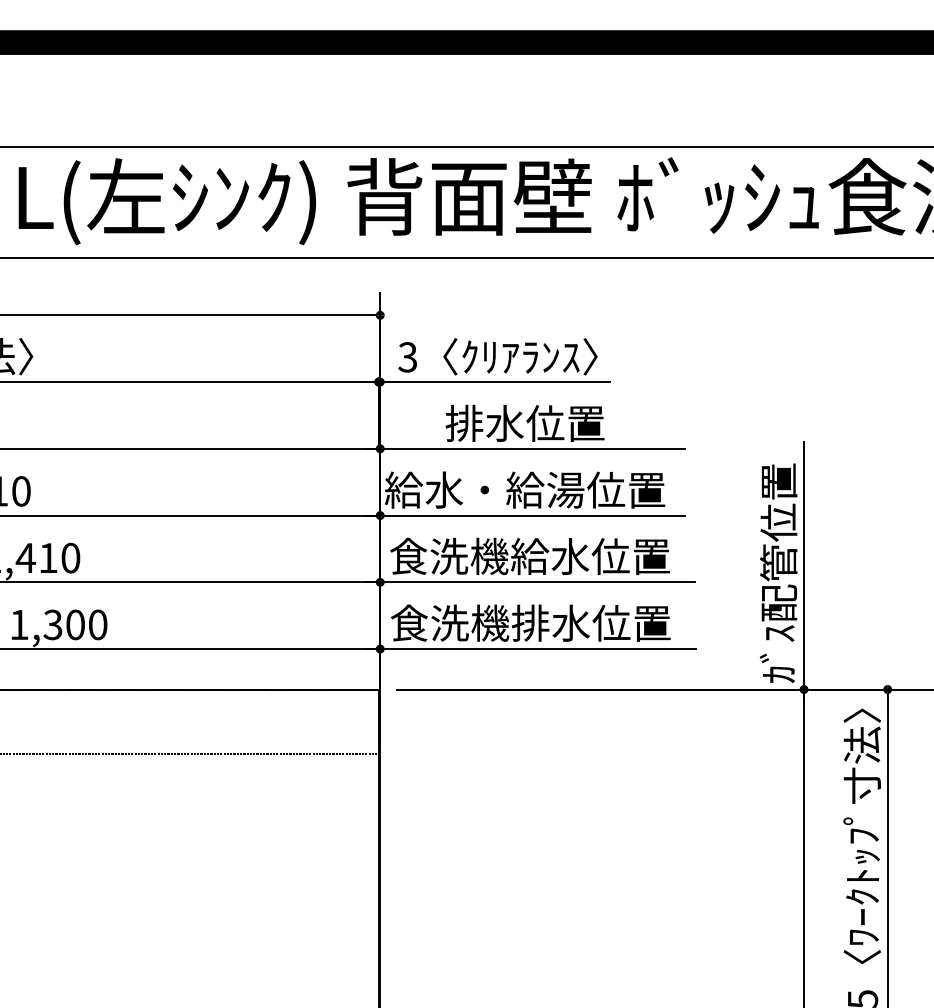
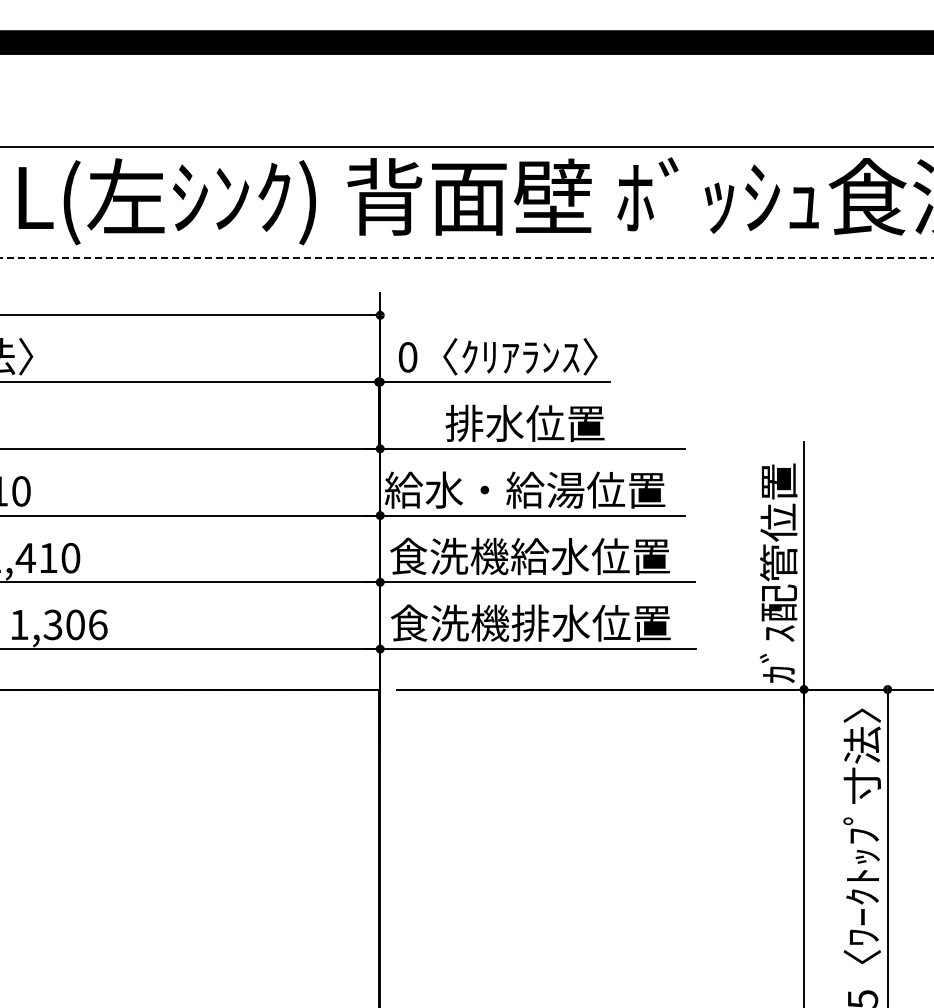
line at (466, 258): solid -> dashed
text at (407, 357): 3 -> 0
text at (98, 624): 1,300 -> 1,306
line at (191, 754): present -> none
